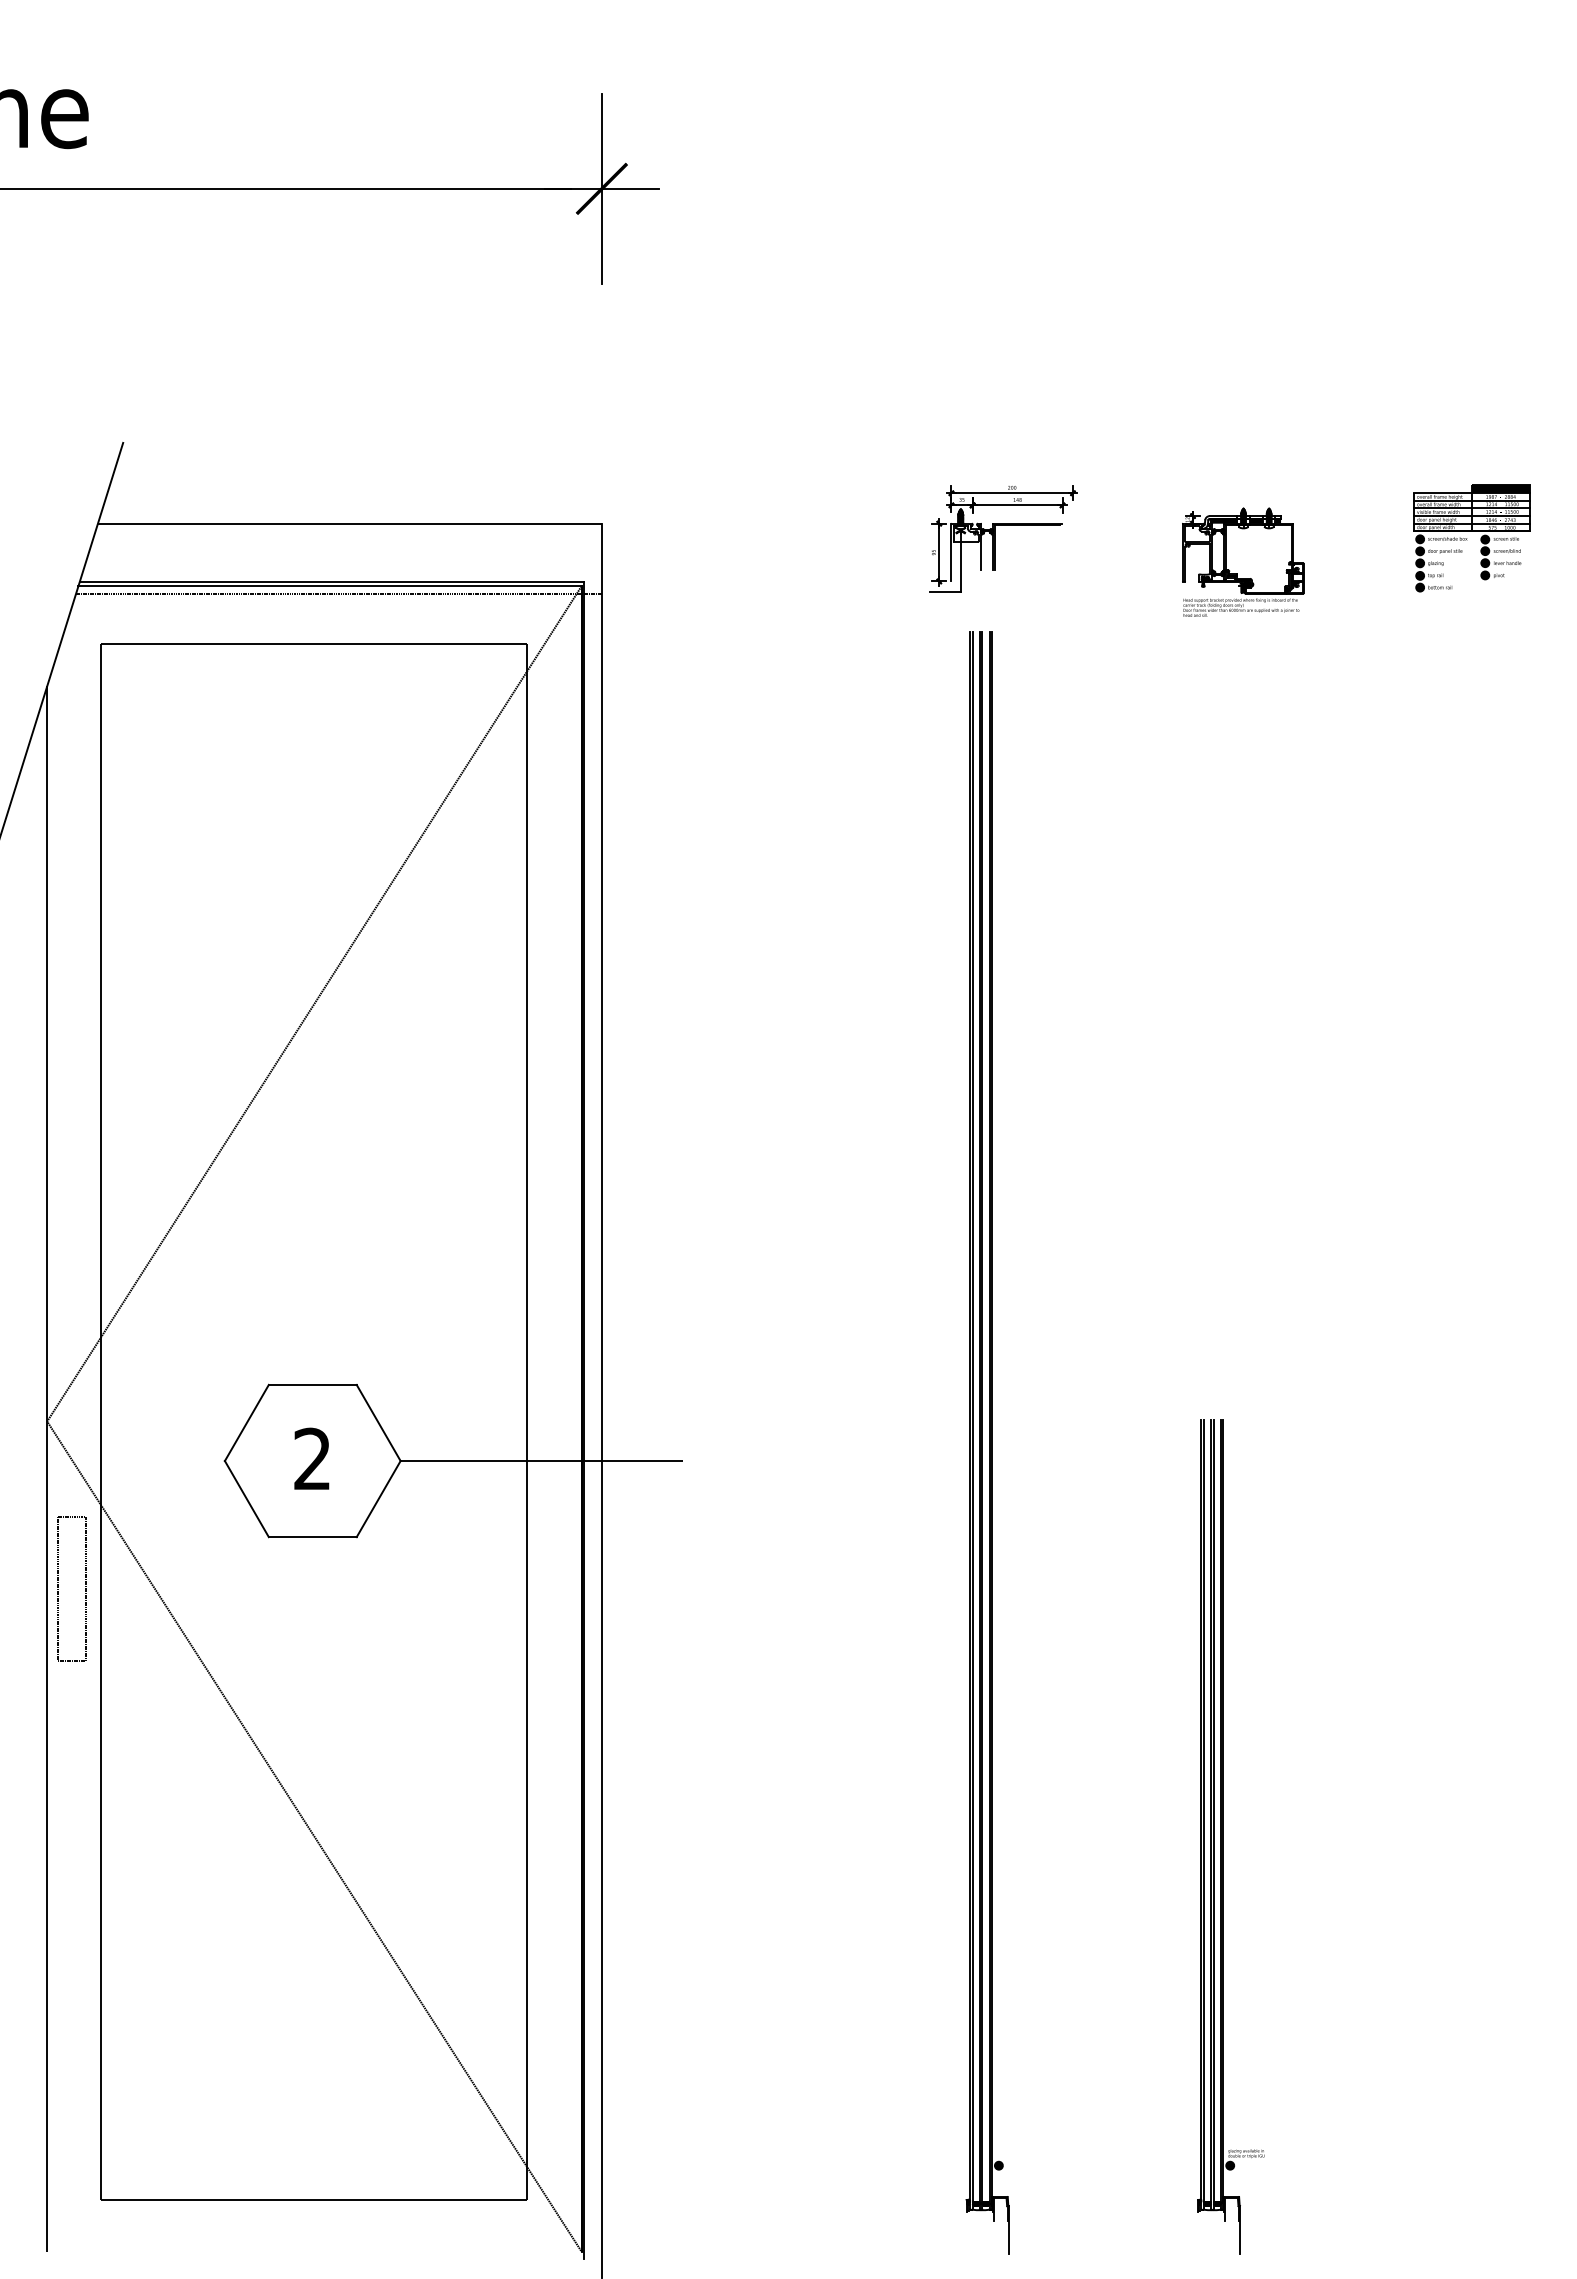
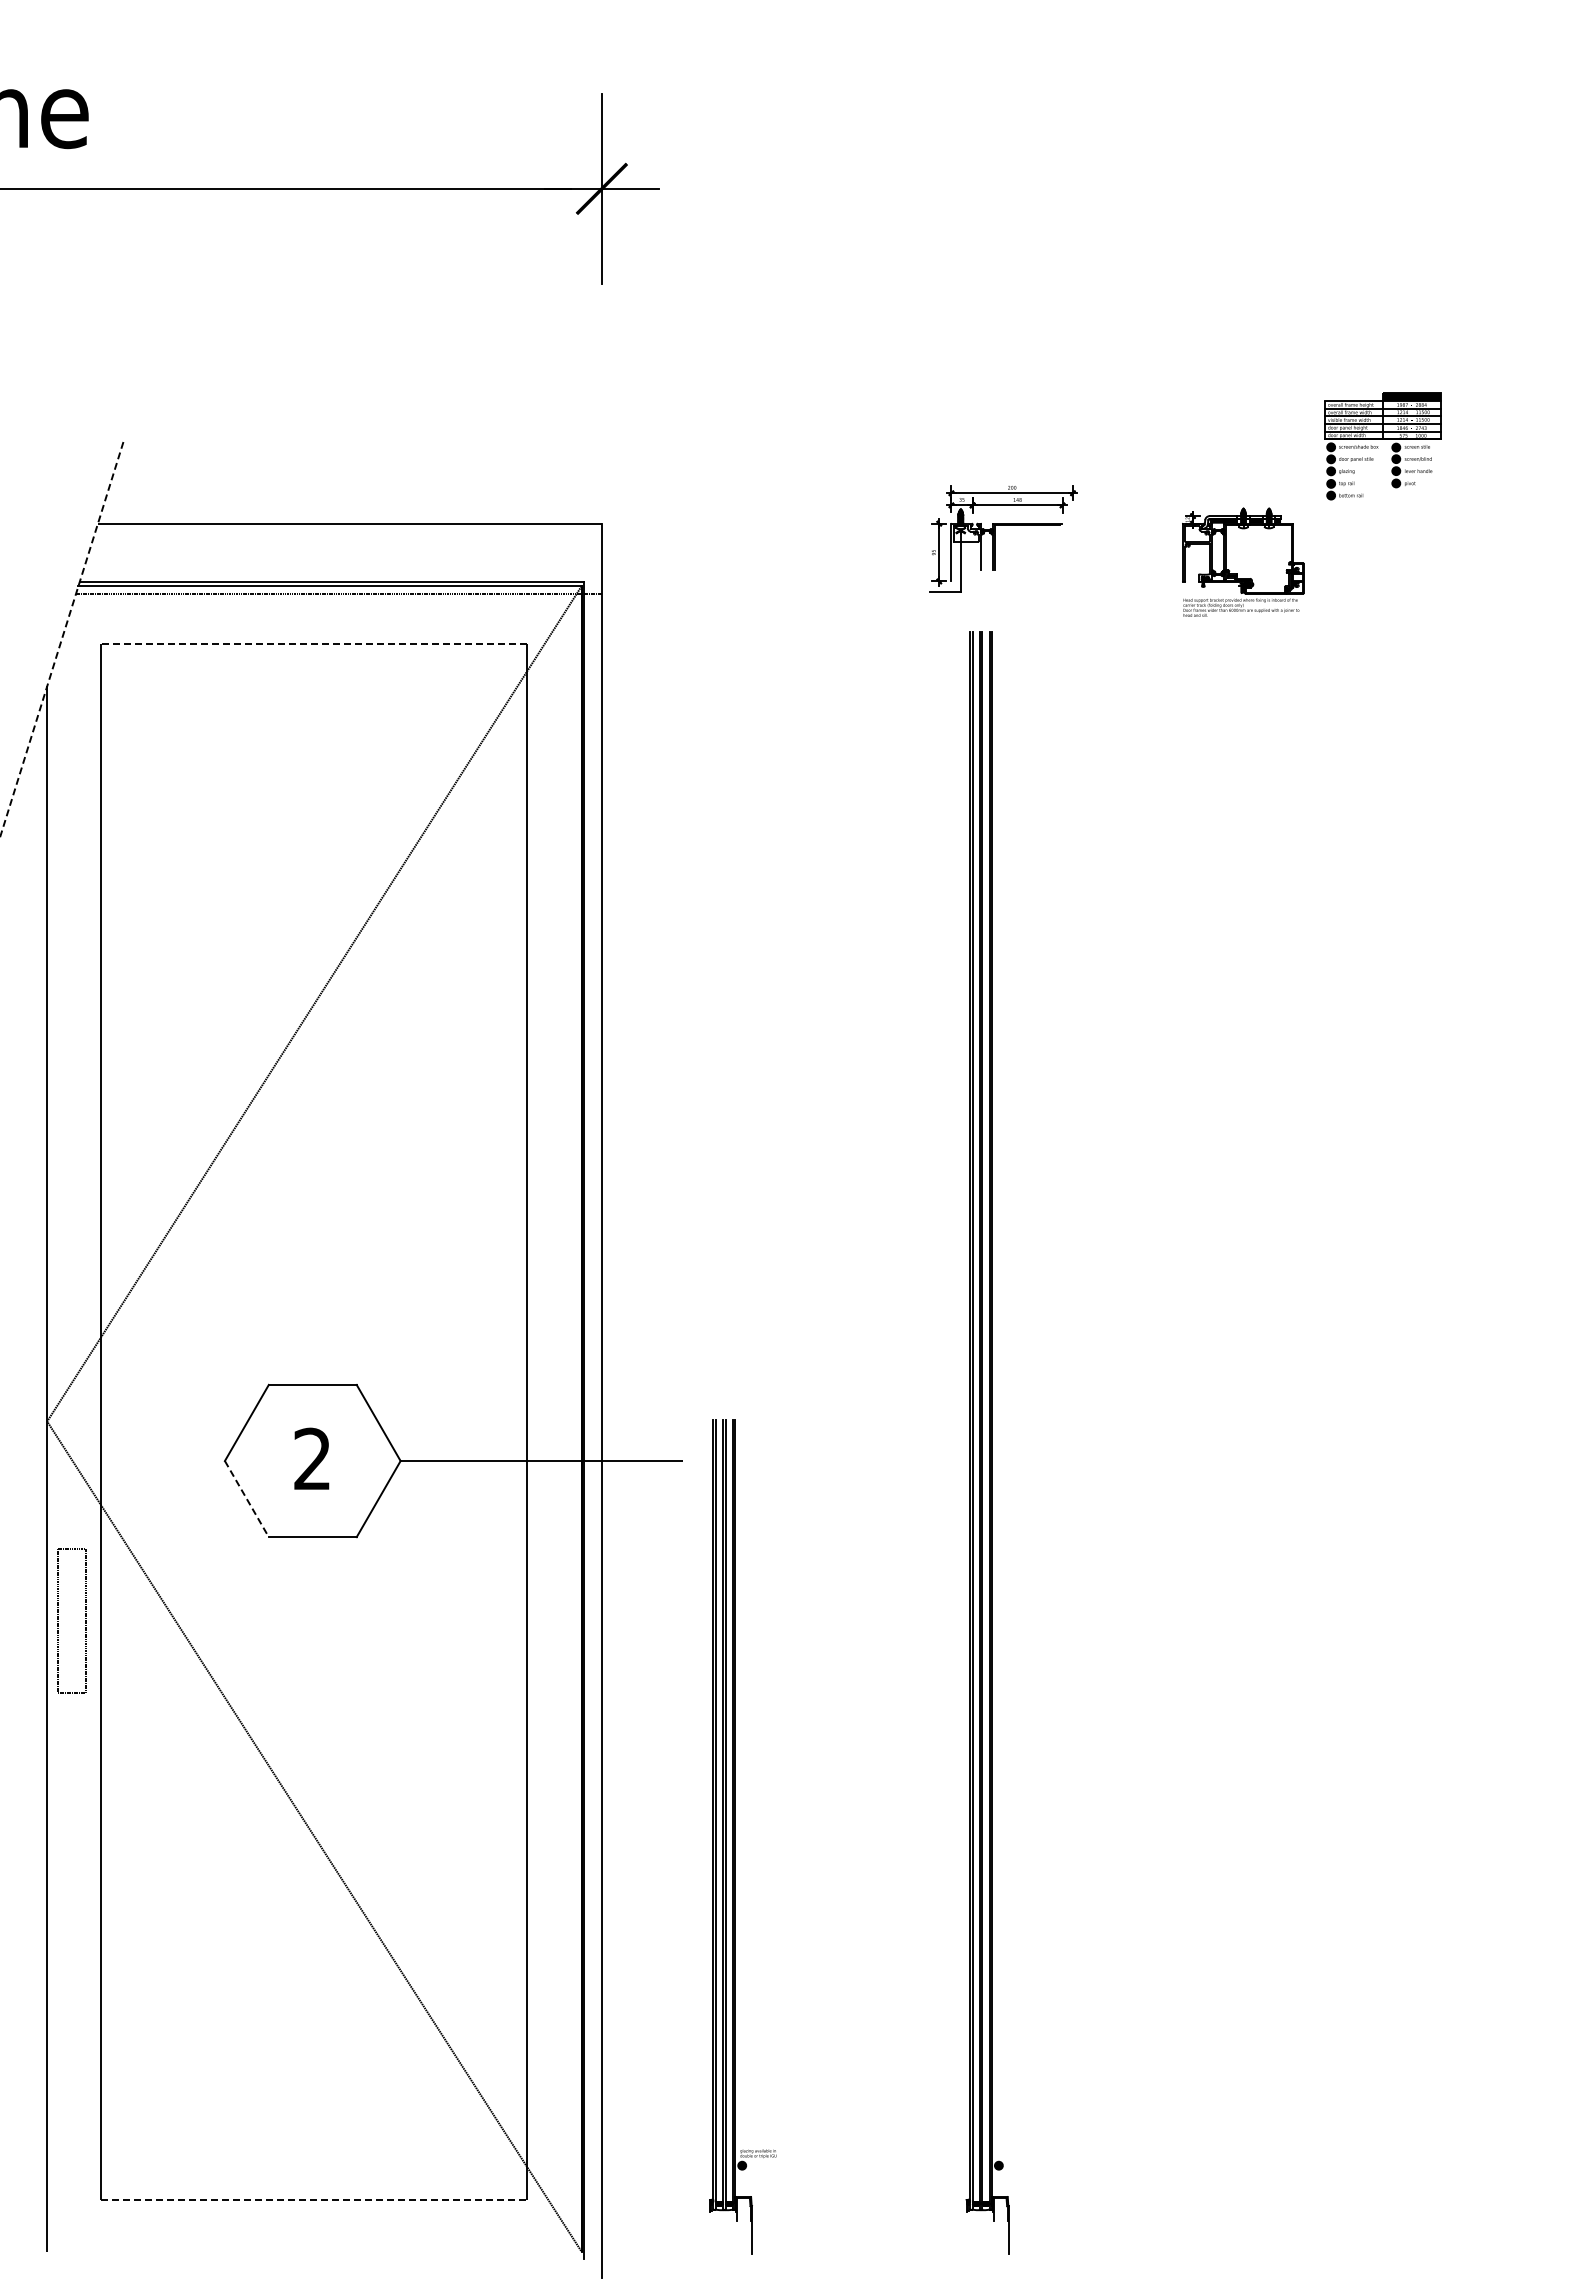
part at (1471, 538) position: (1471, 538) -> (1382, 446)
line at (61, 639): solid -> dashed
line at (314, 644): solid -> dashed
line at (246, 1499): solid -> dashed
part at (58, 1587) position: (58, 1587) -> (58, 1619)
part at (1223, 1836) position: (1223, 1836) -> (735, 1836)
line at (314, 2199): solid -> dashed
